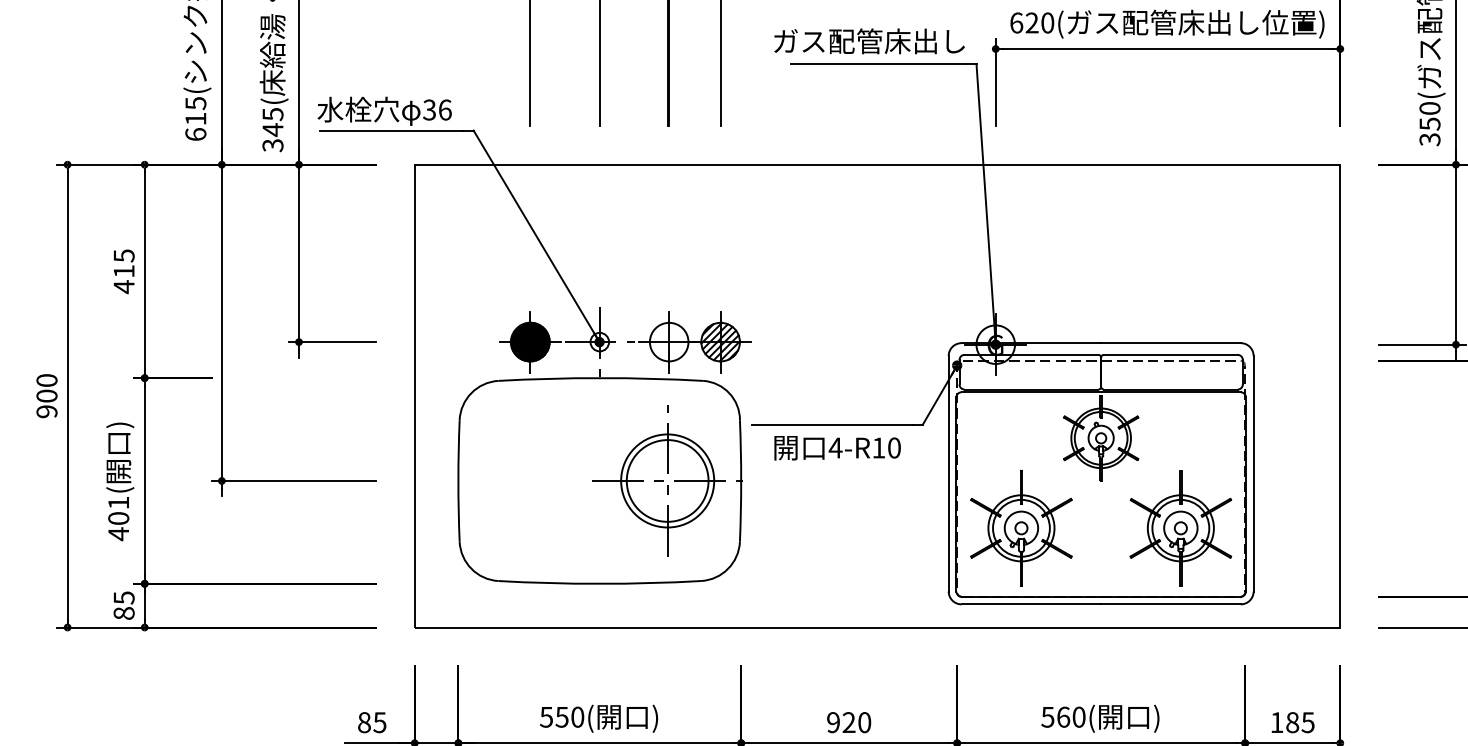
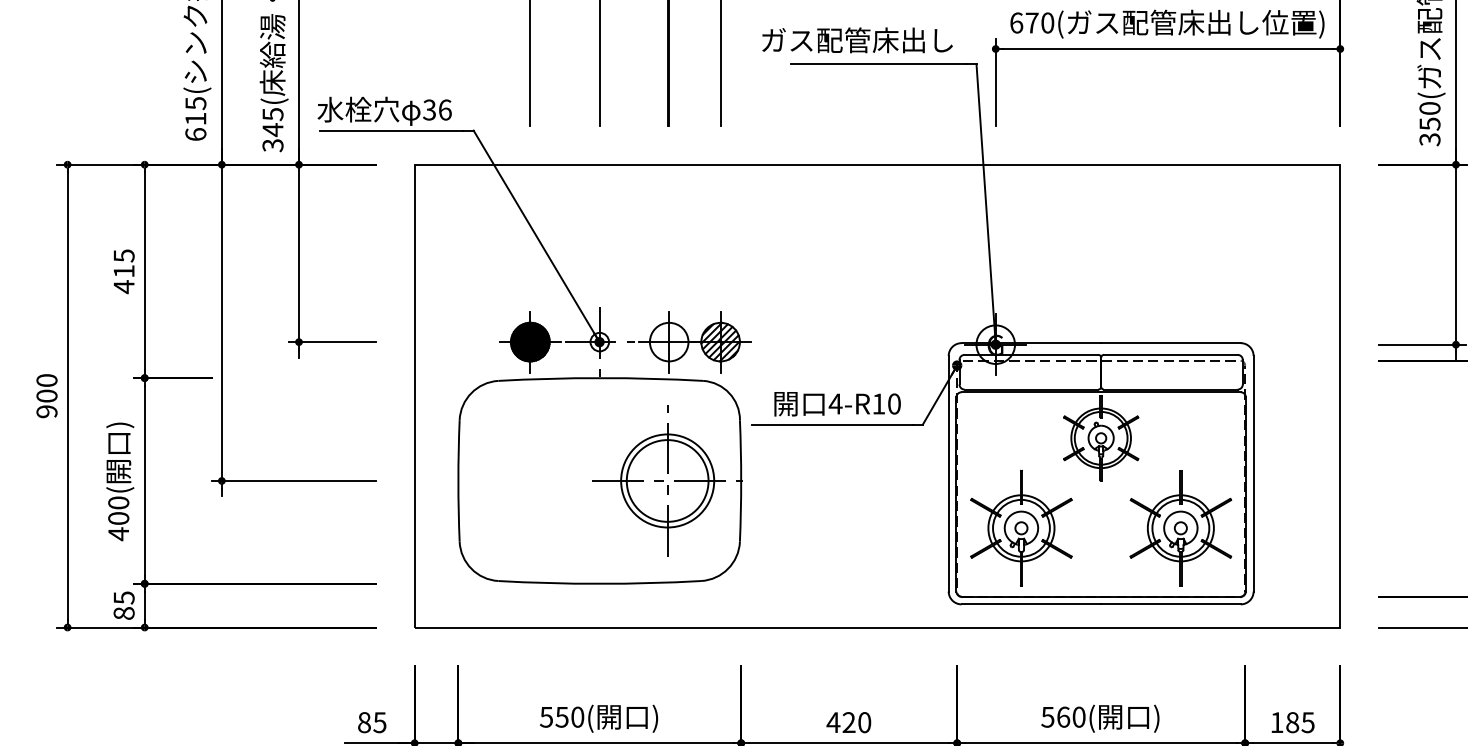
text at (1031, 22): 620 -> 670
text at (869, 41) position: (869, 41) -> (857, 40)
text at (837, 448) position: (837, 448) -> (837, 404)
text at (118, 502): 401( -> 400(
text at (833, 722): 920 -> 420
